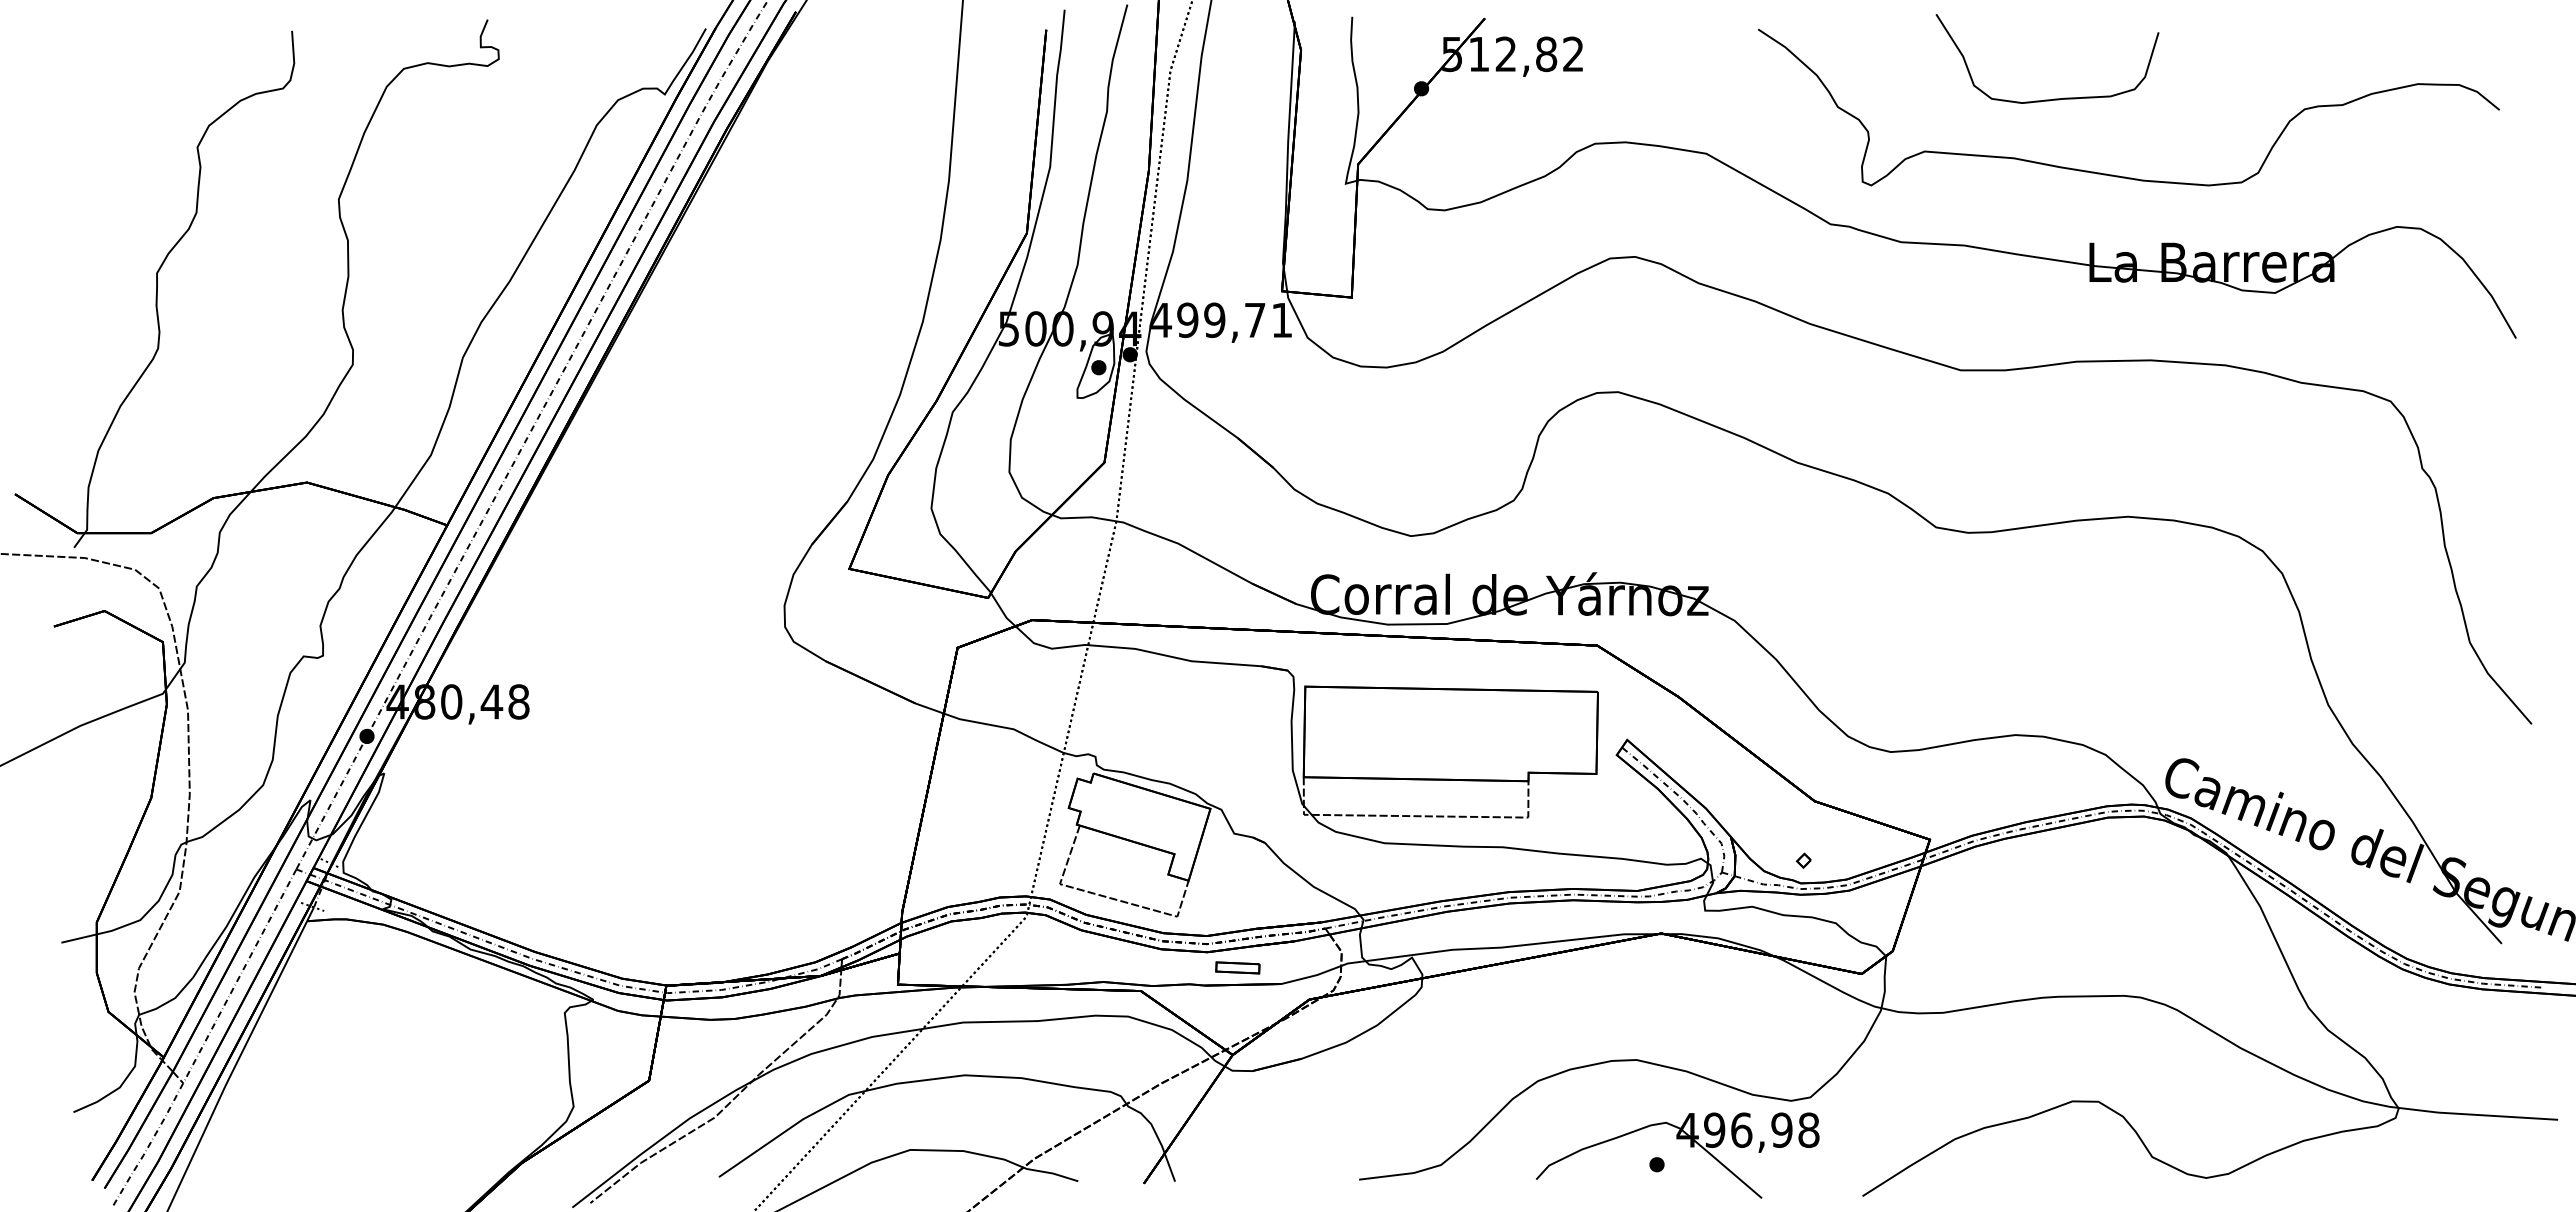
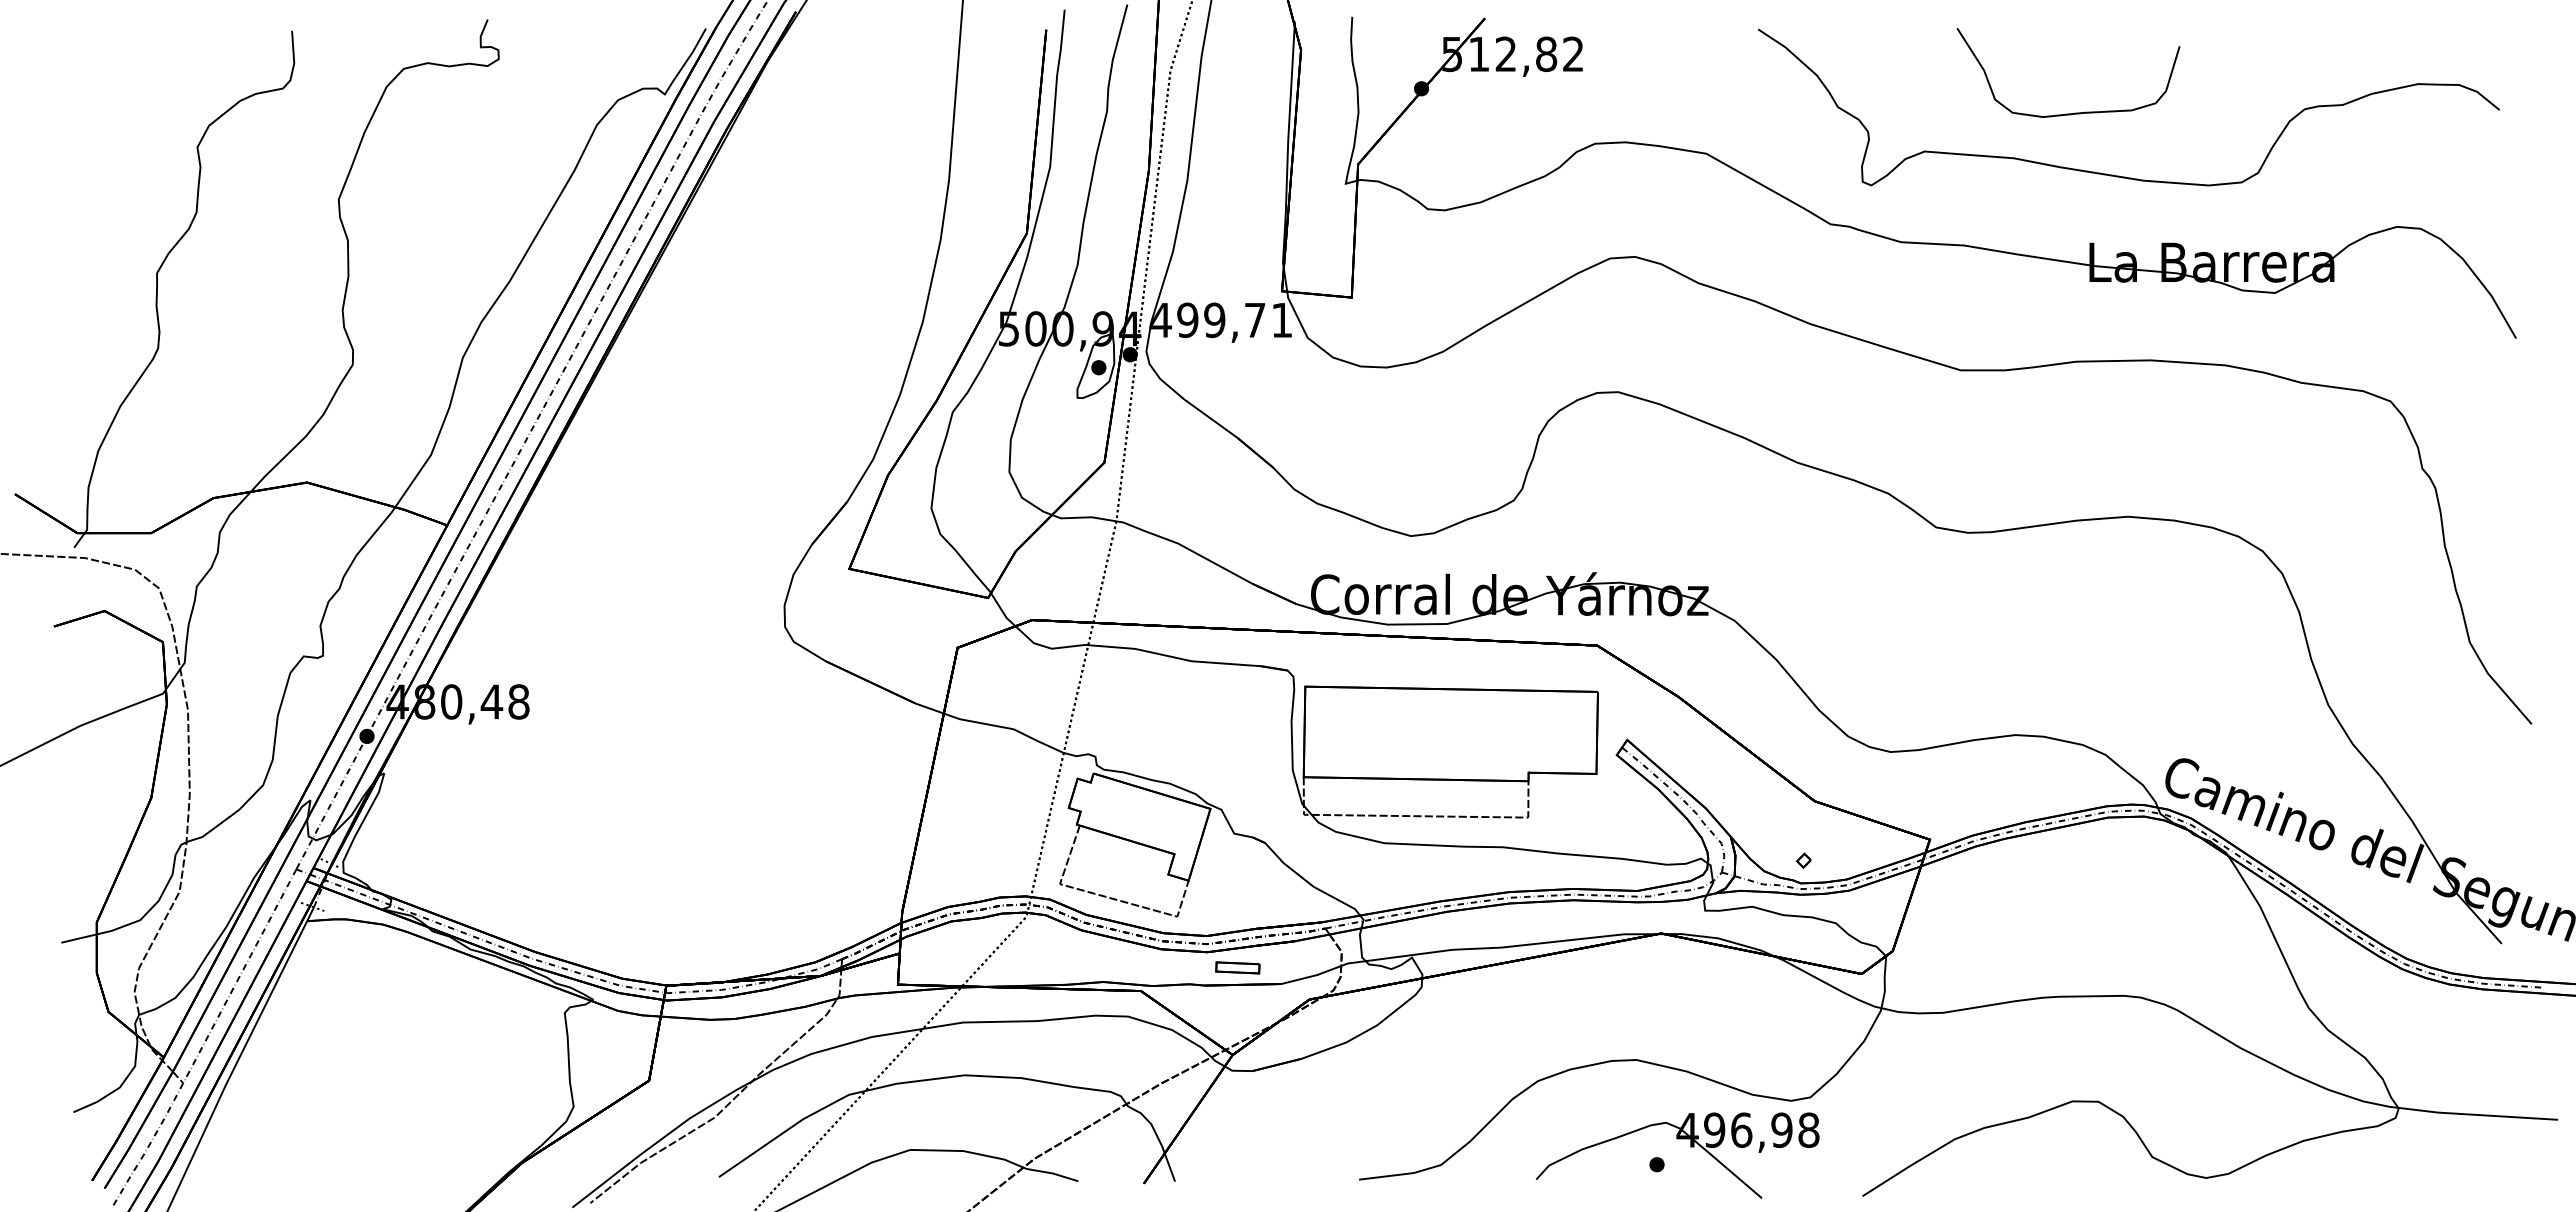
curve at (2053, 98) position: (2053, 98) -> (2074, 112)
